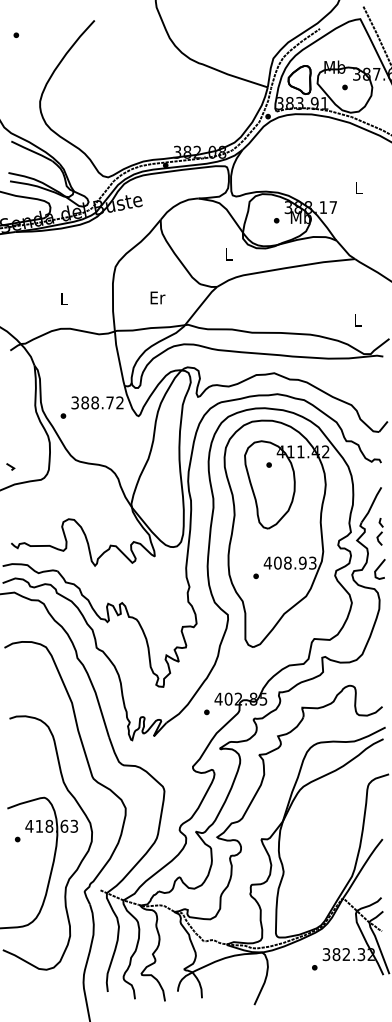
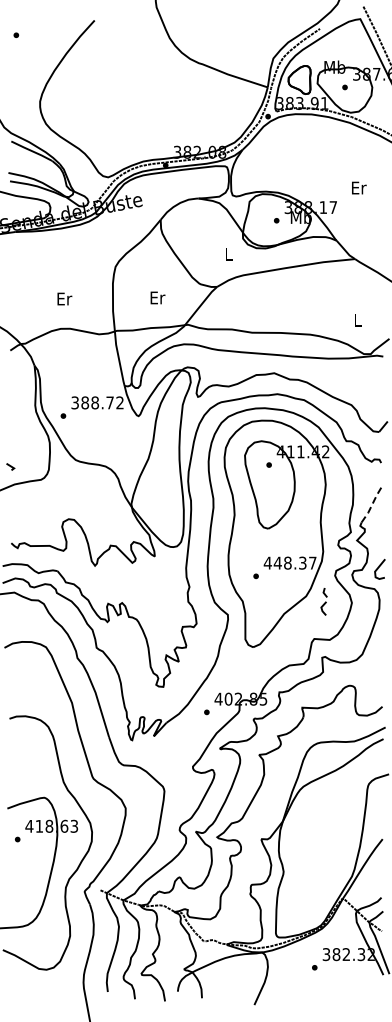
text at (359, 187): L -> Er
text at (64, 298): L -> Er
line at (372, 504): solid -> dashed
part at (379, 531) position: (379, 531) -> (323, 601)
text at (294, 562): 408.93 -> 448.37
